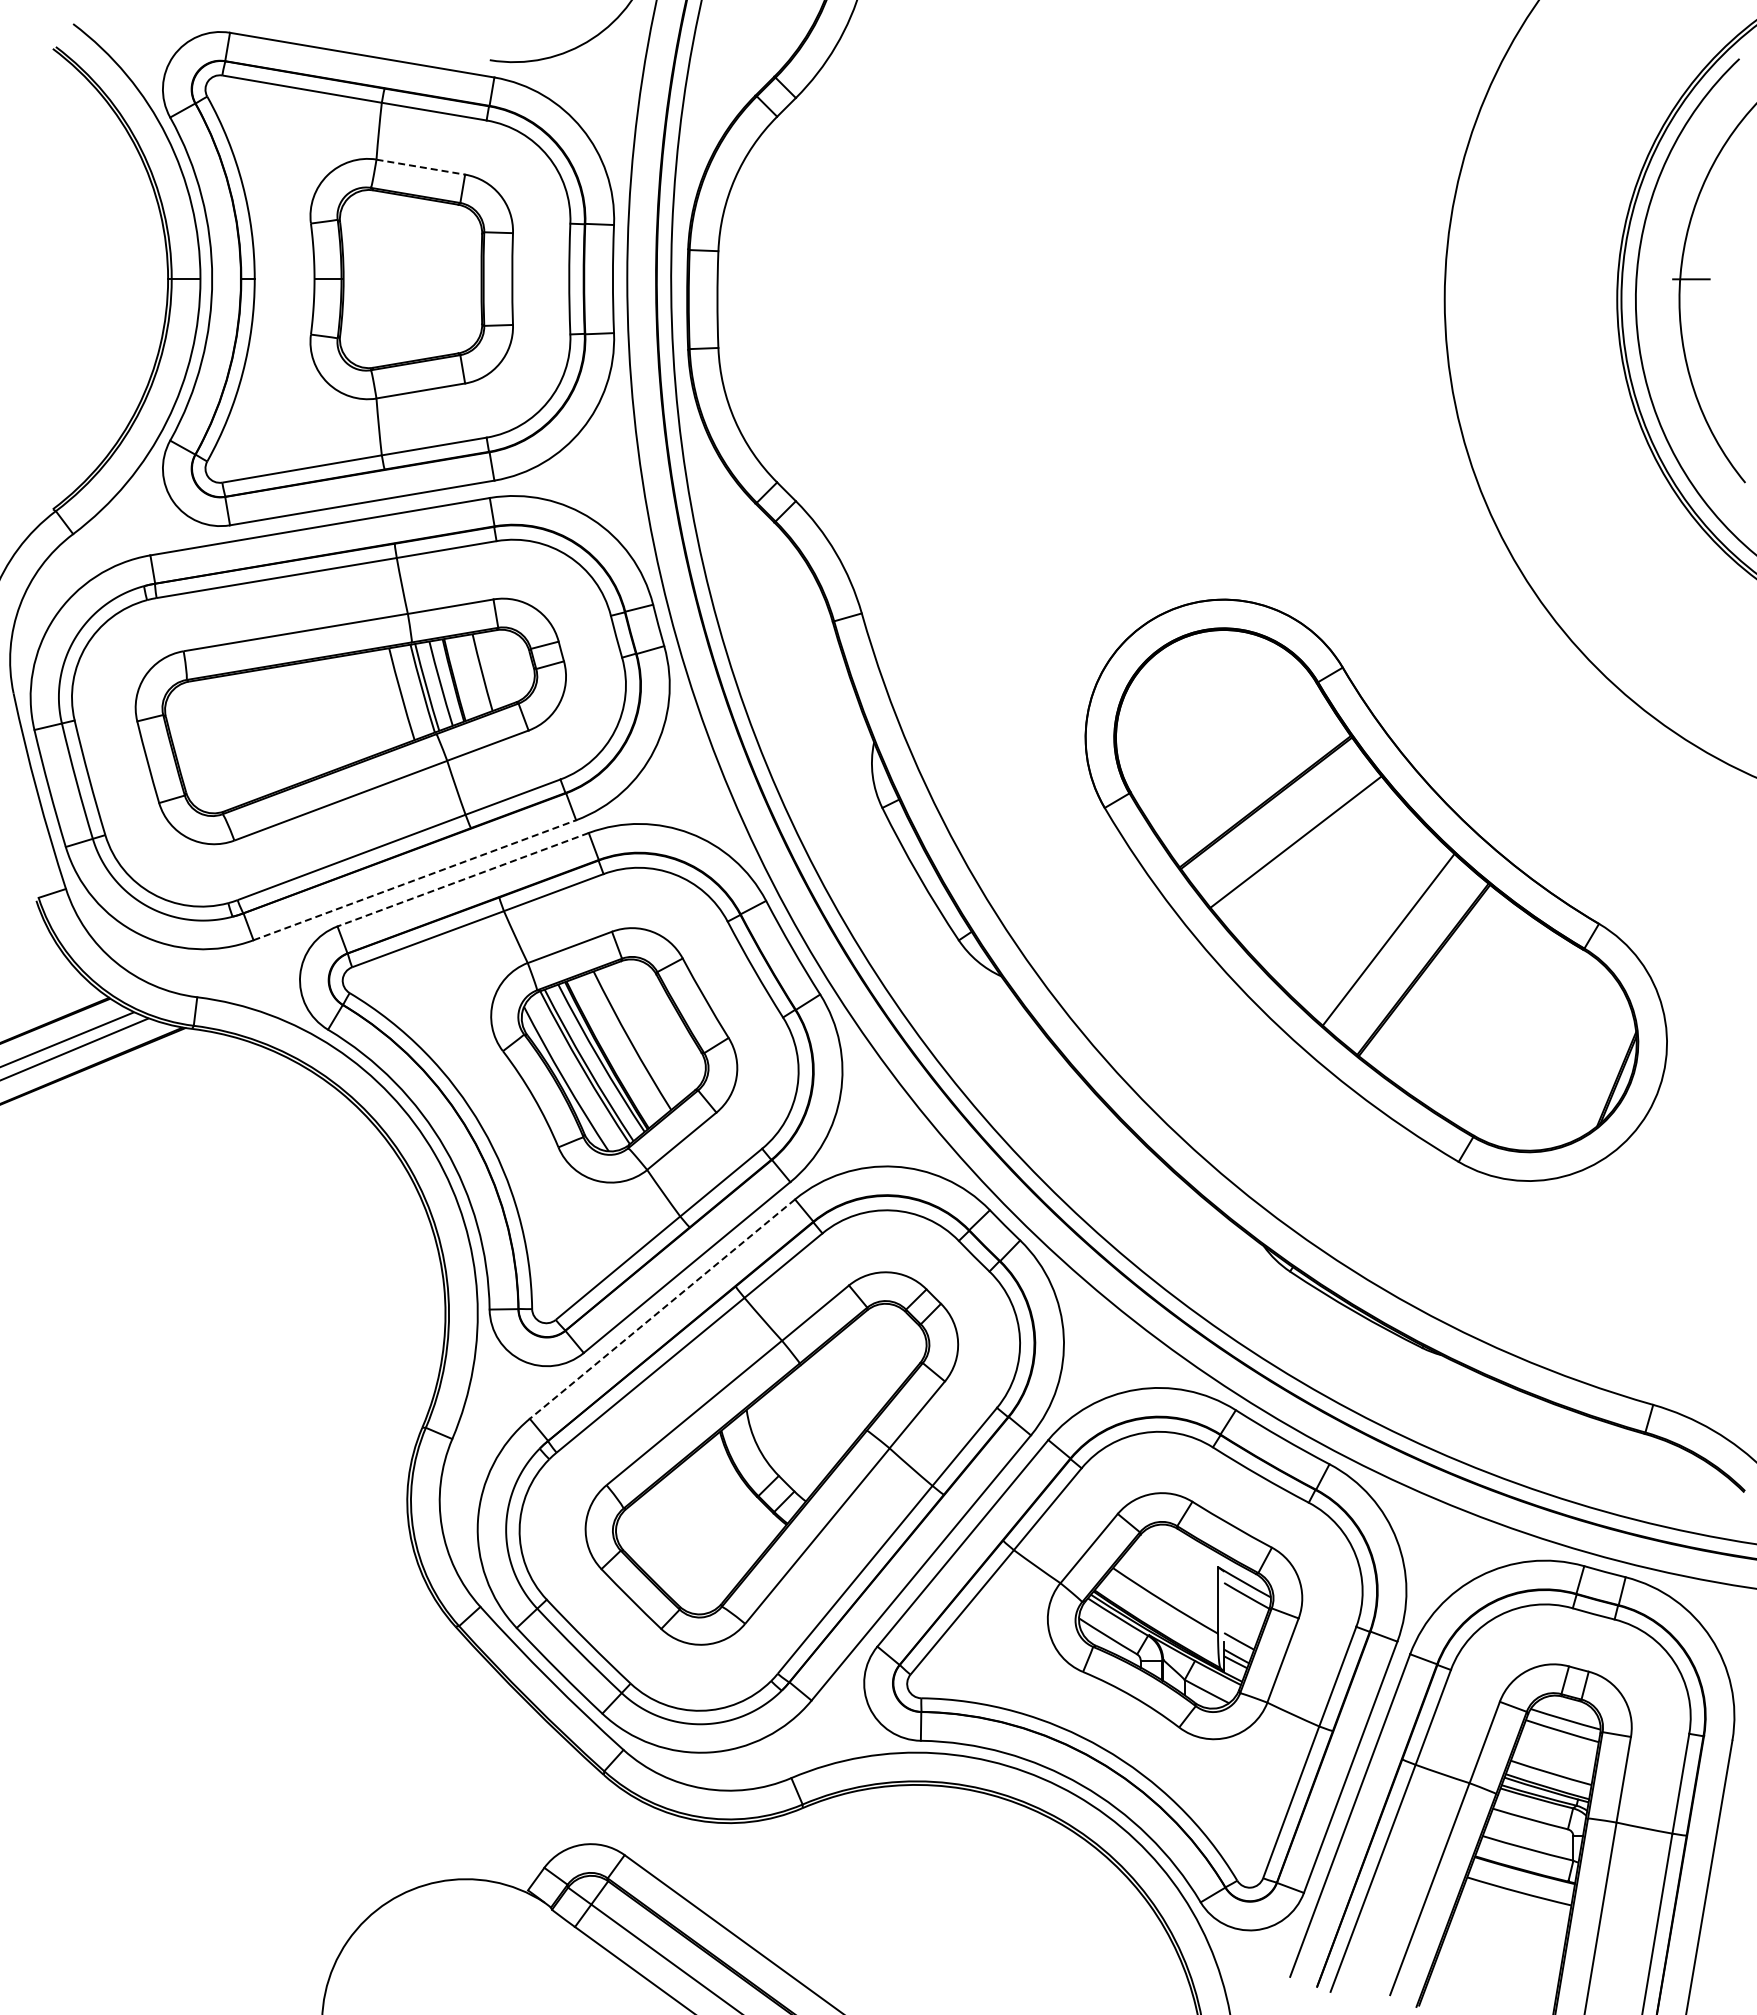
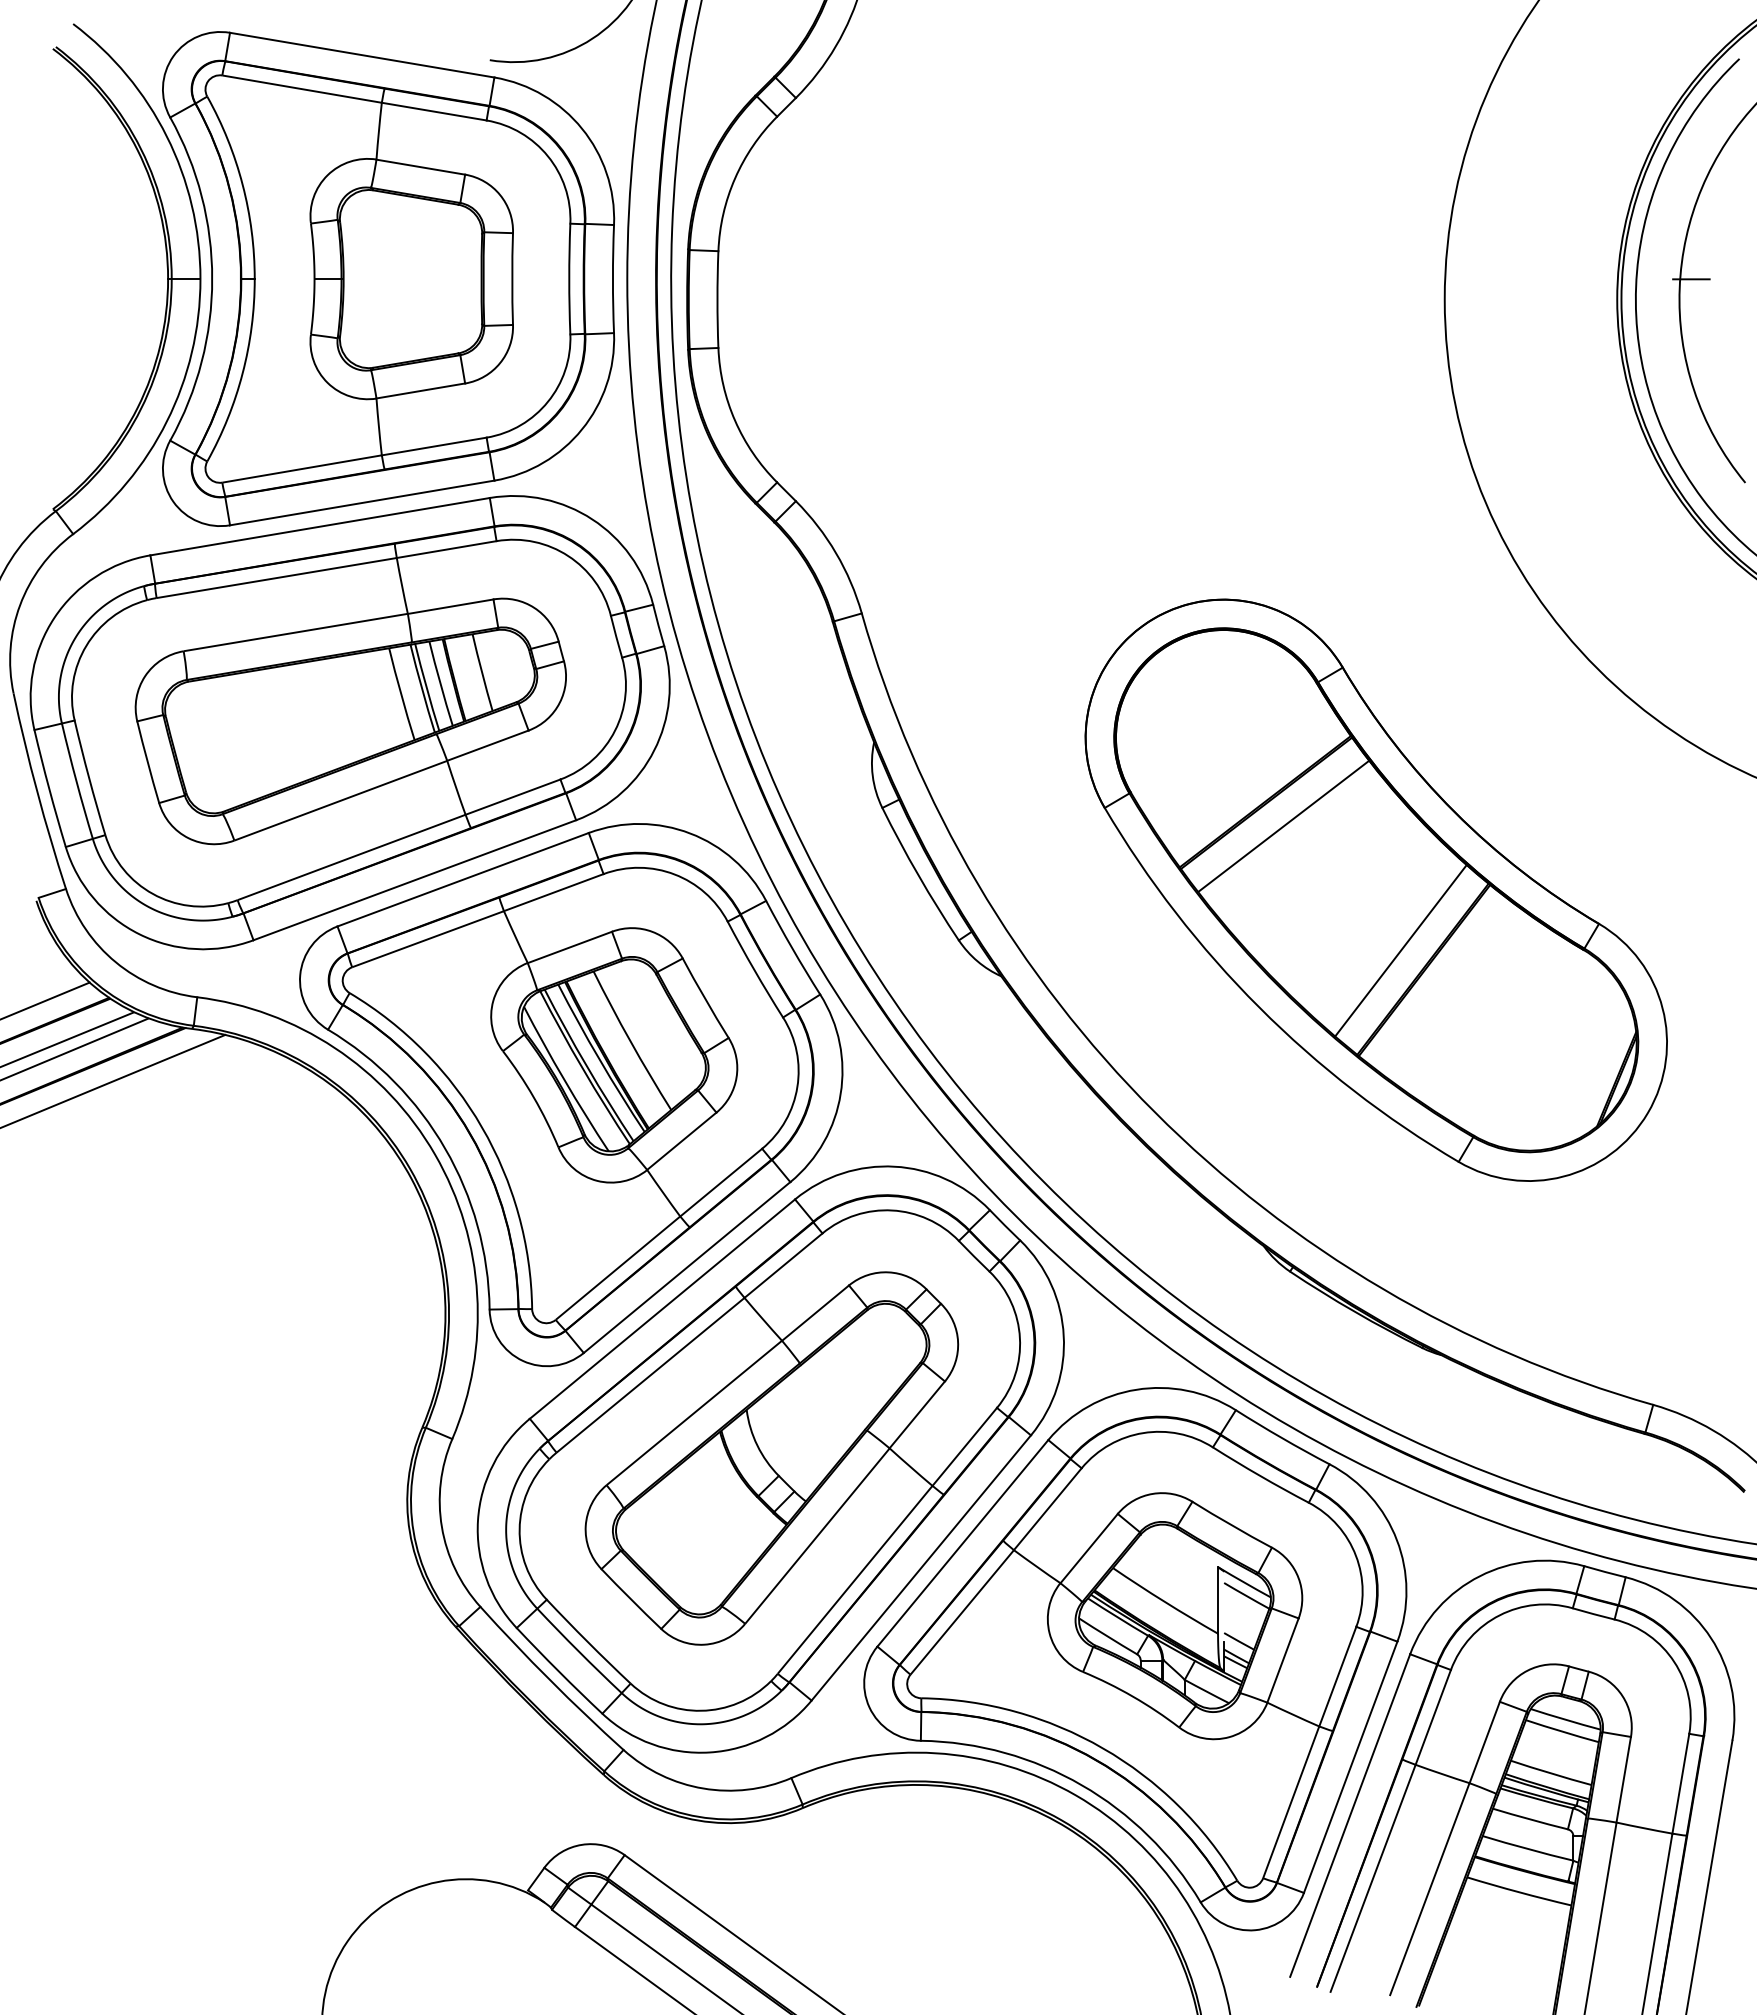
line at (420, 167): dashed -> solid
line at (1295, 842) position: (1295, 842) -> (1283, 826)
line at (462, 879): dashed -> solid
line at (415, 880): dashed -> solid
line at (1387, 940) position: (1387, 940) -> (1400, 950)
line at (45, 1000): none -> present
line at (113, 1080): none -> present
line at (662, 1309): dashed -> solid
